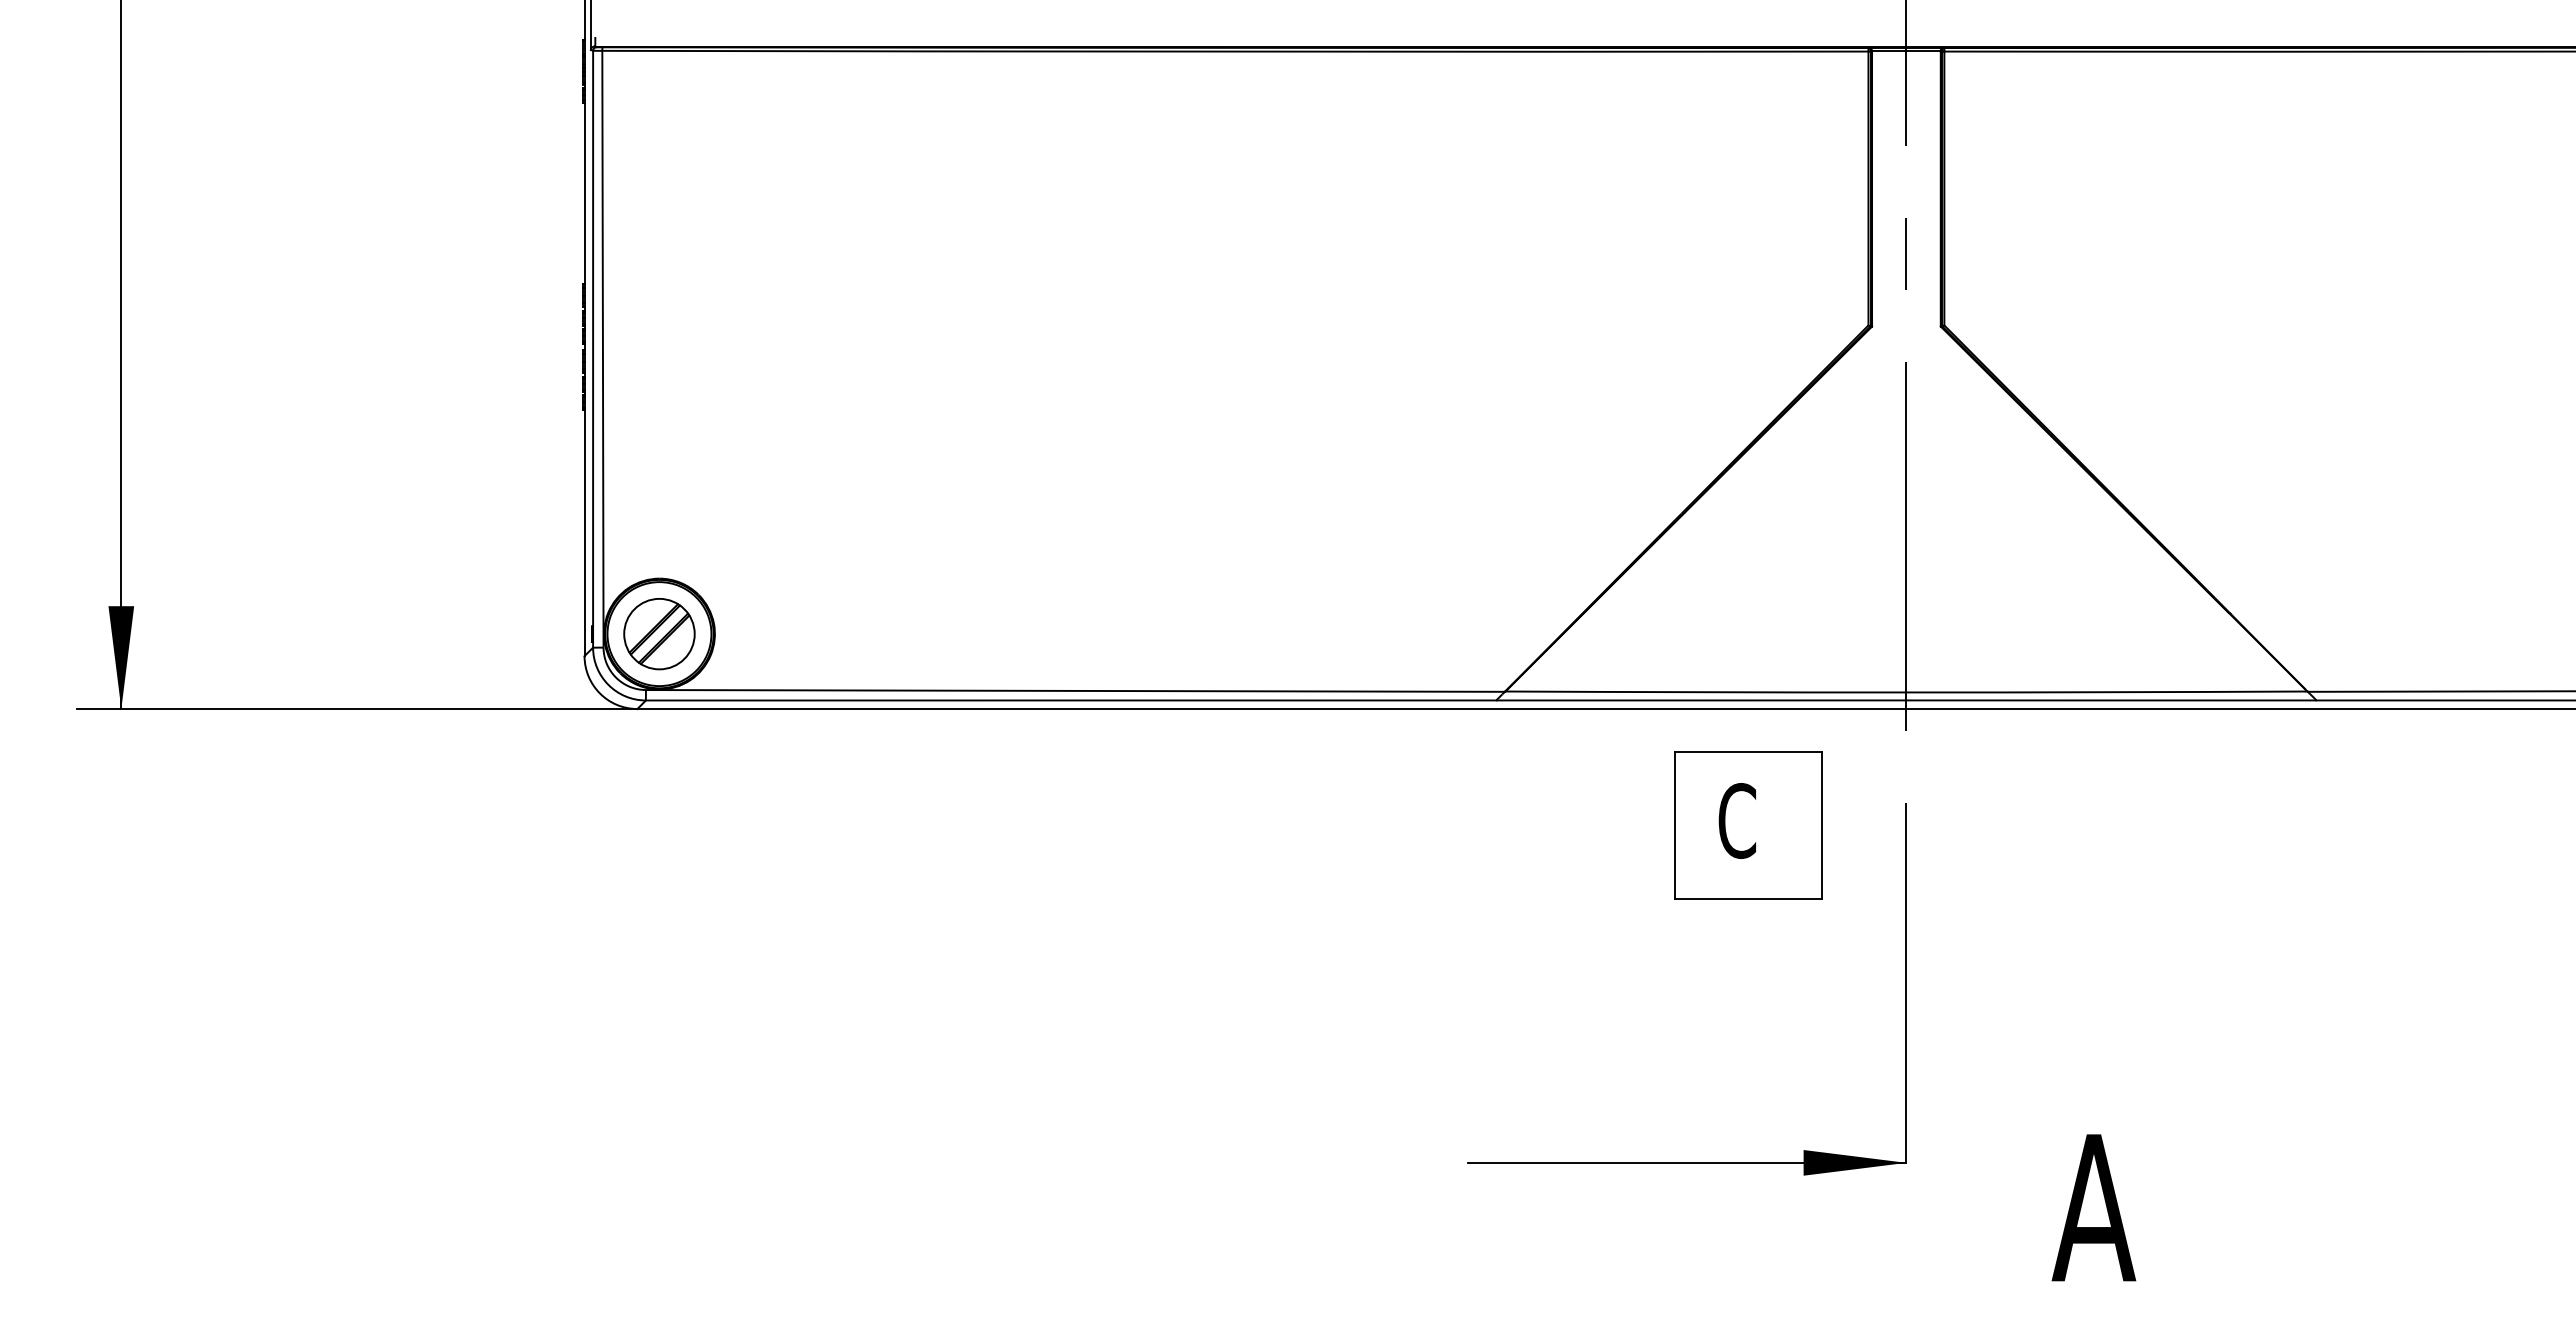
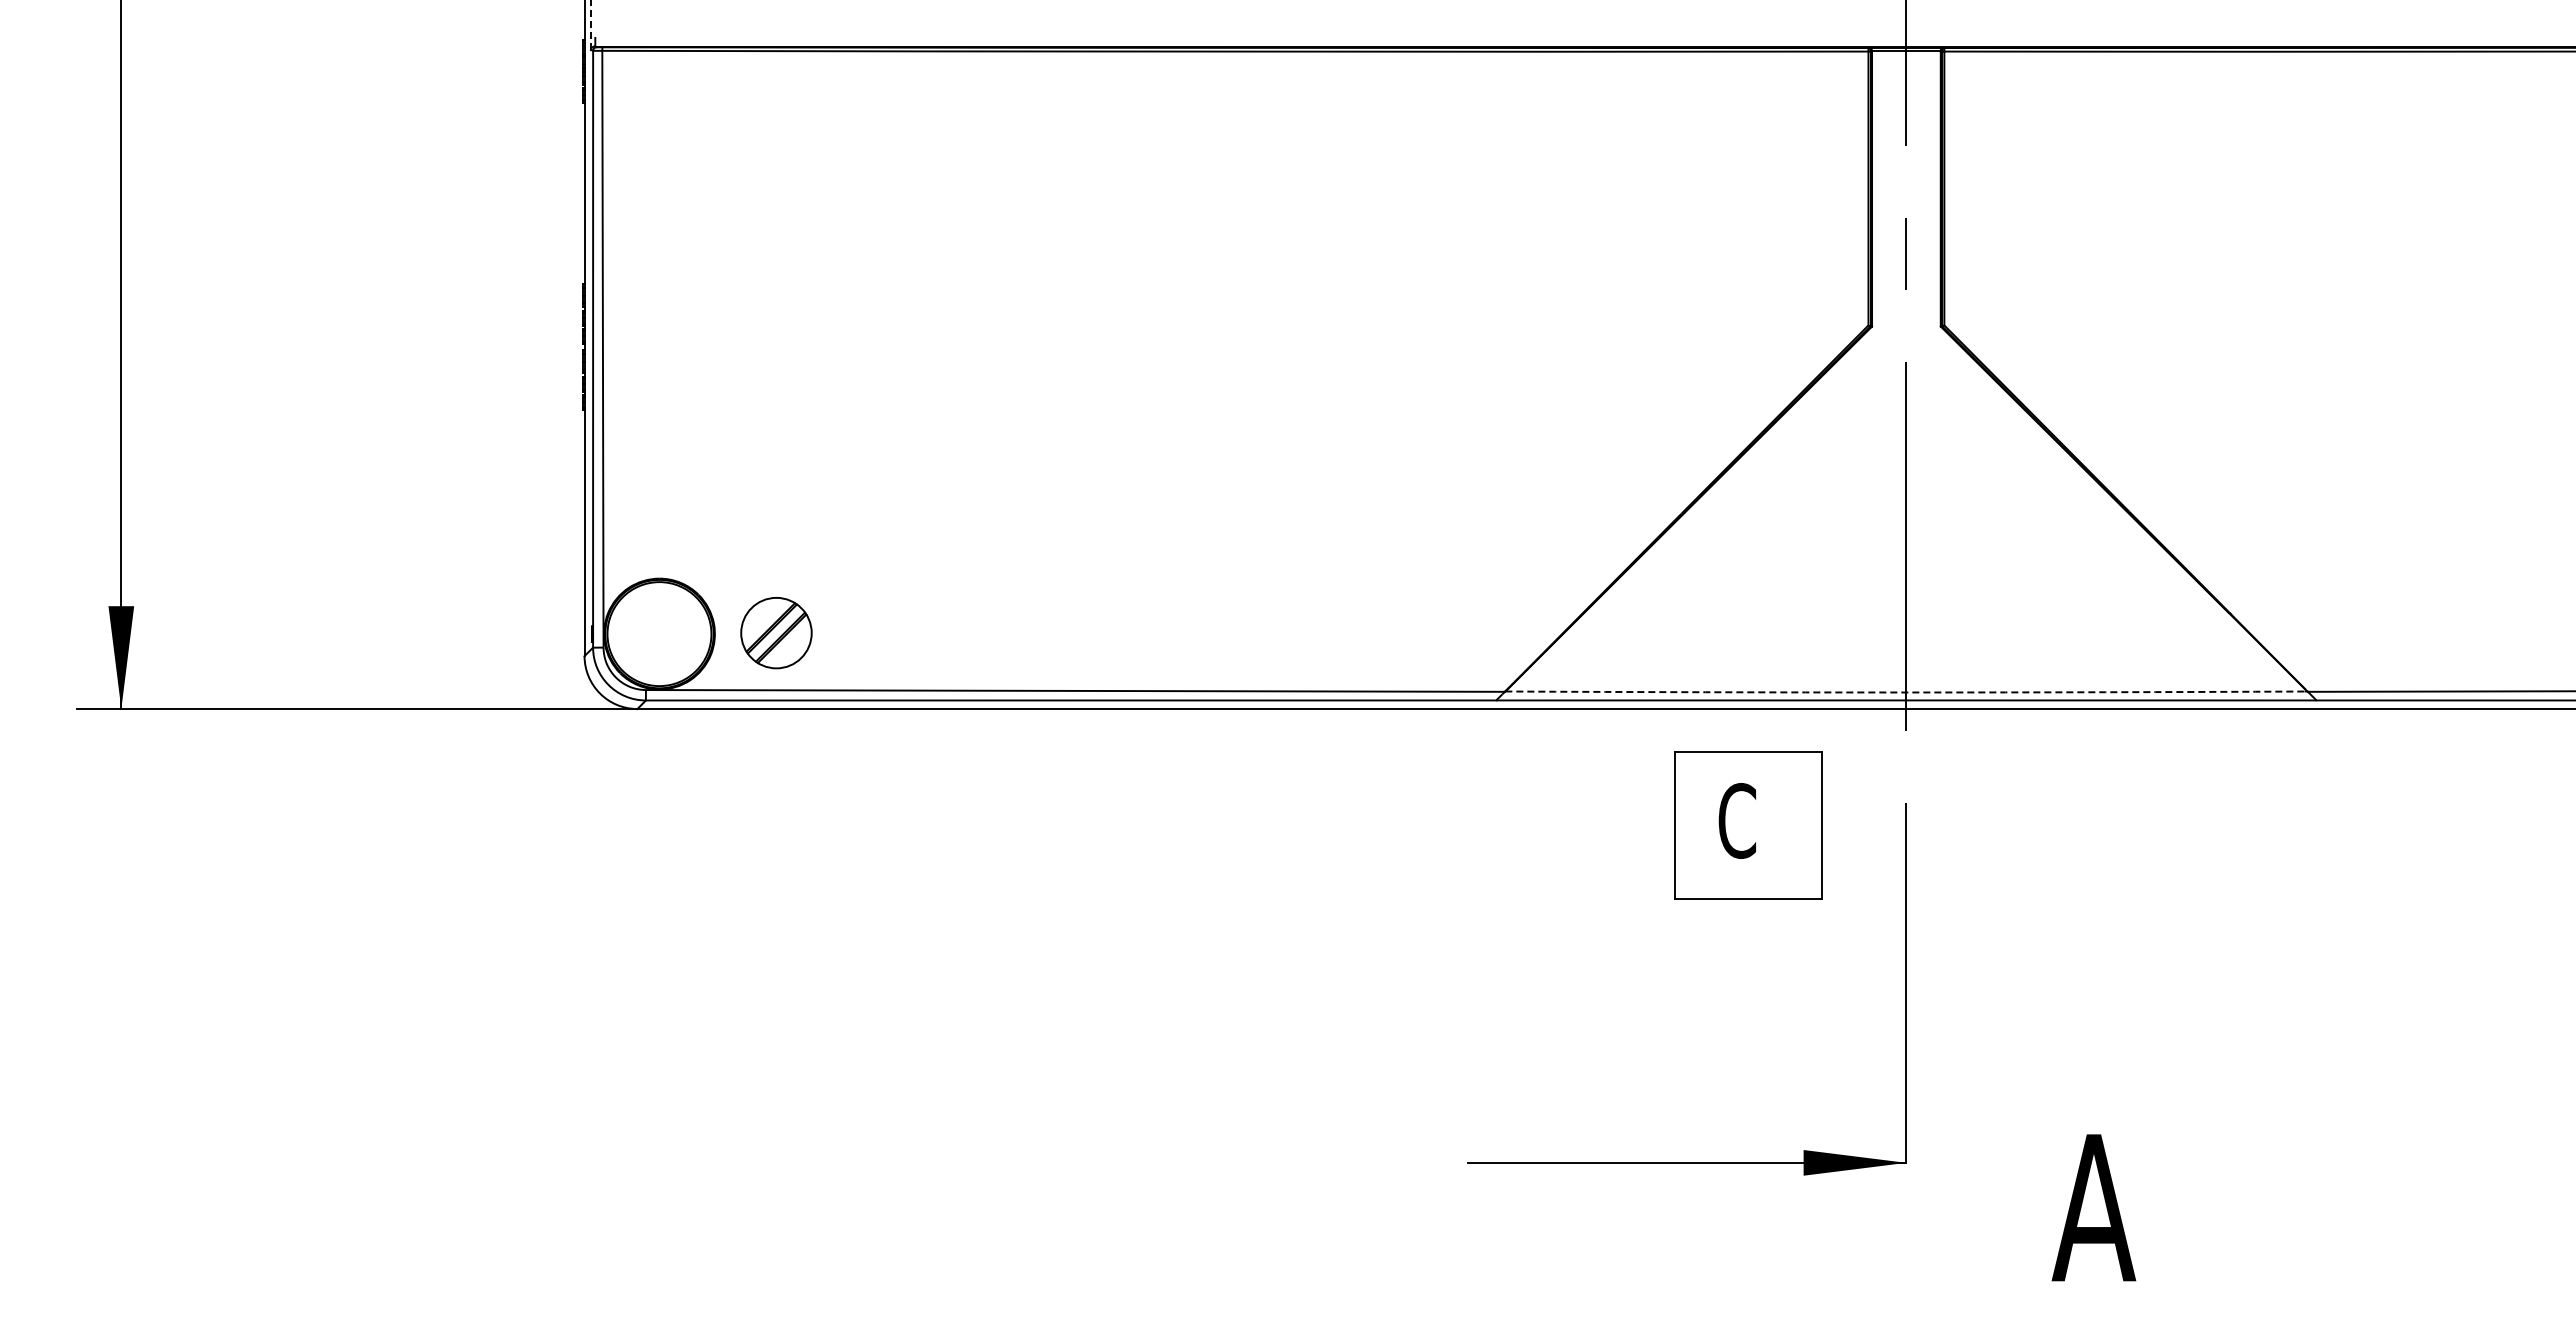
line at (590, 25): solid -> dashed
part at (659, 634) position: (659, 634) -> (776, 633)
arc at (1905, 692): solid -> dashed
